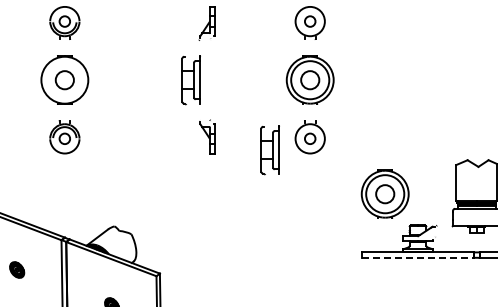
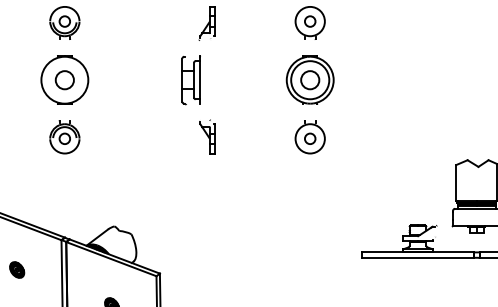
part at (269, 150): present -> none
part at (384, 193): present -> none
line at (418, 258): dashed -> solid
